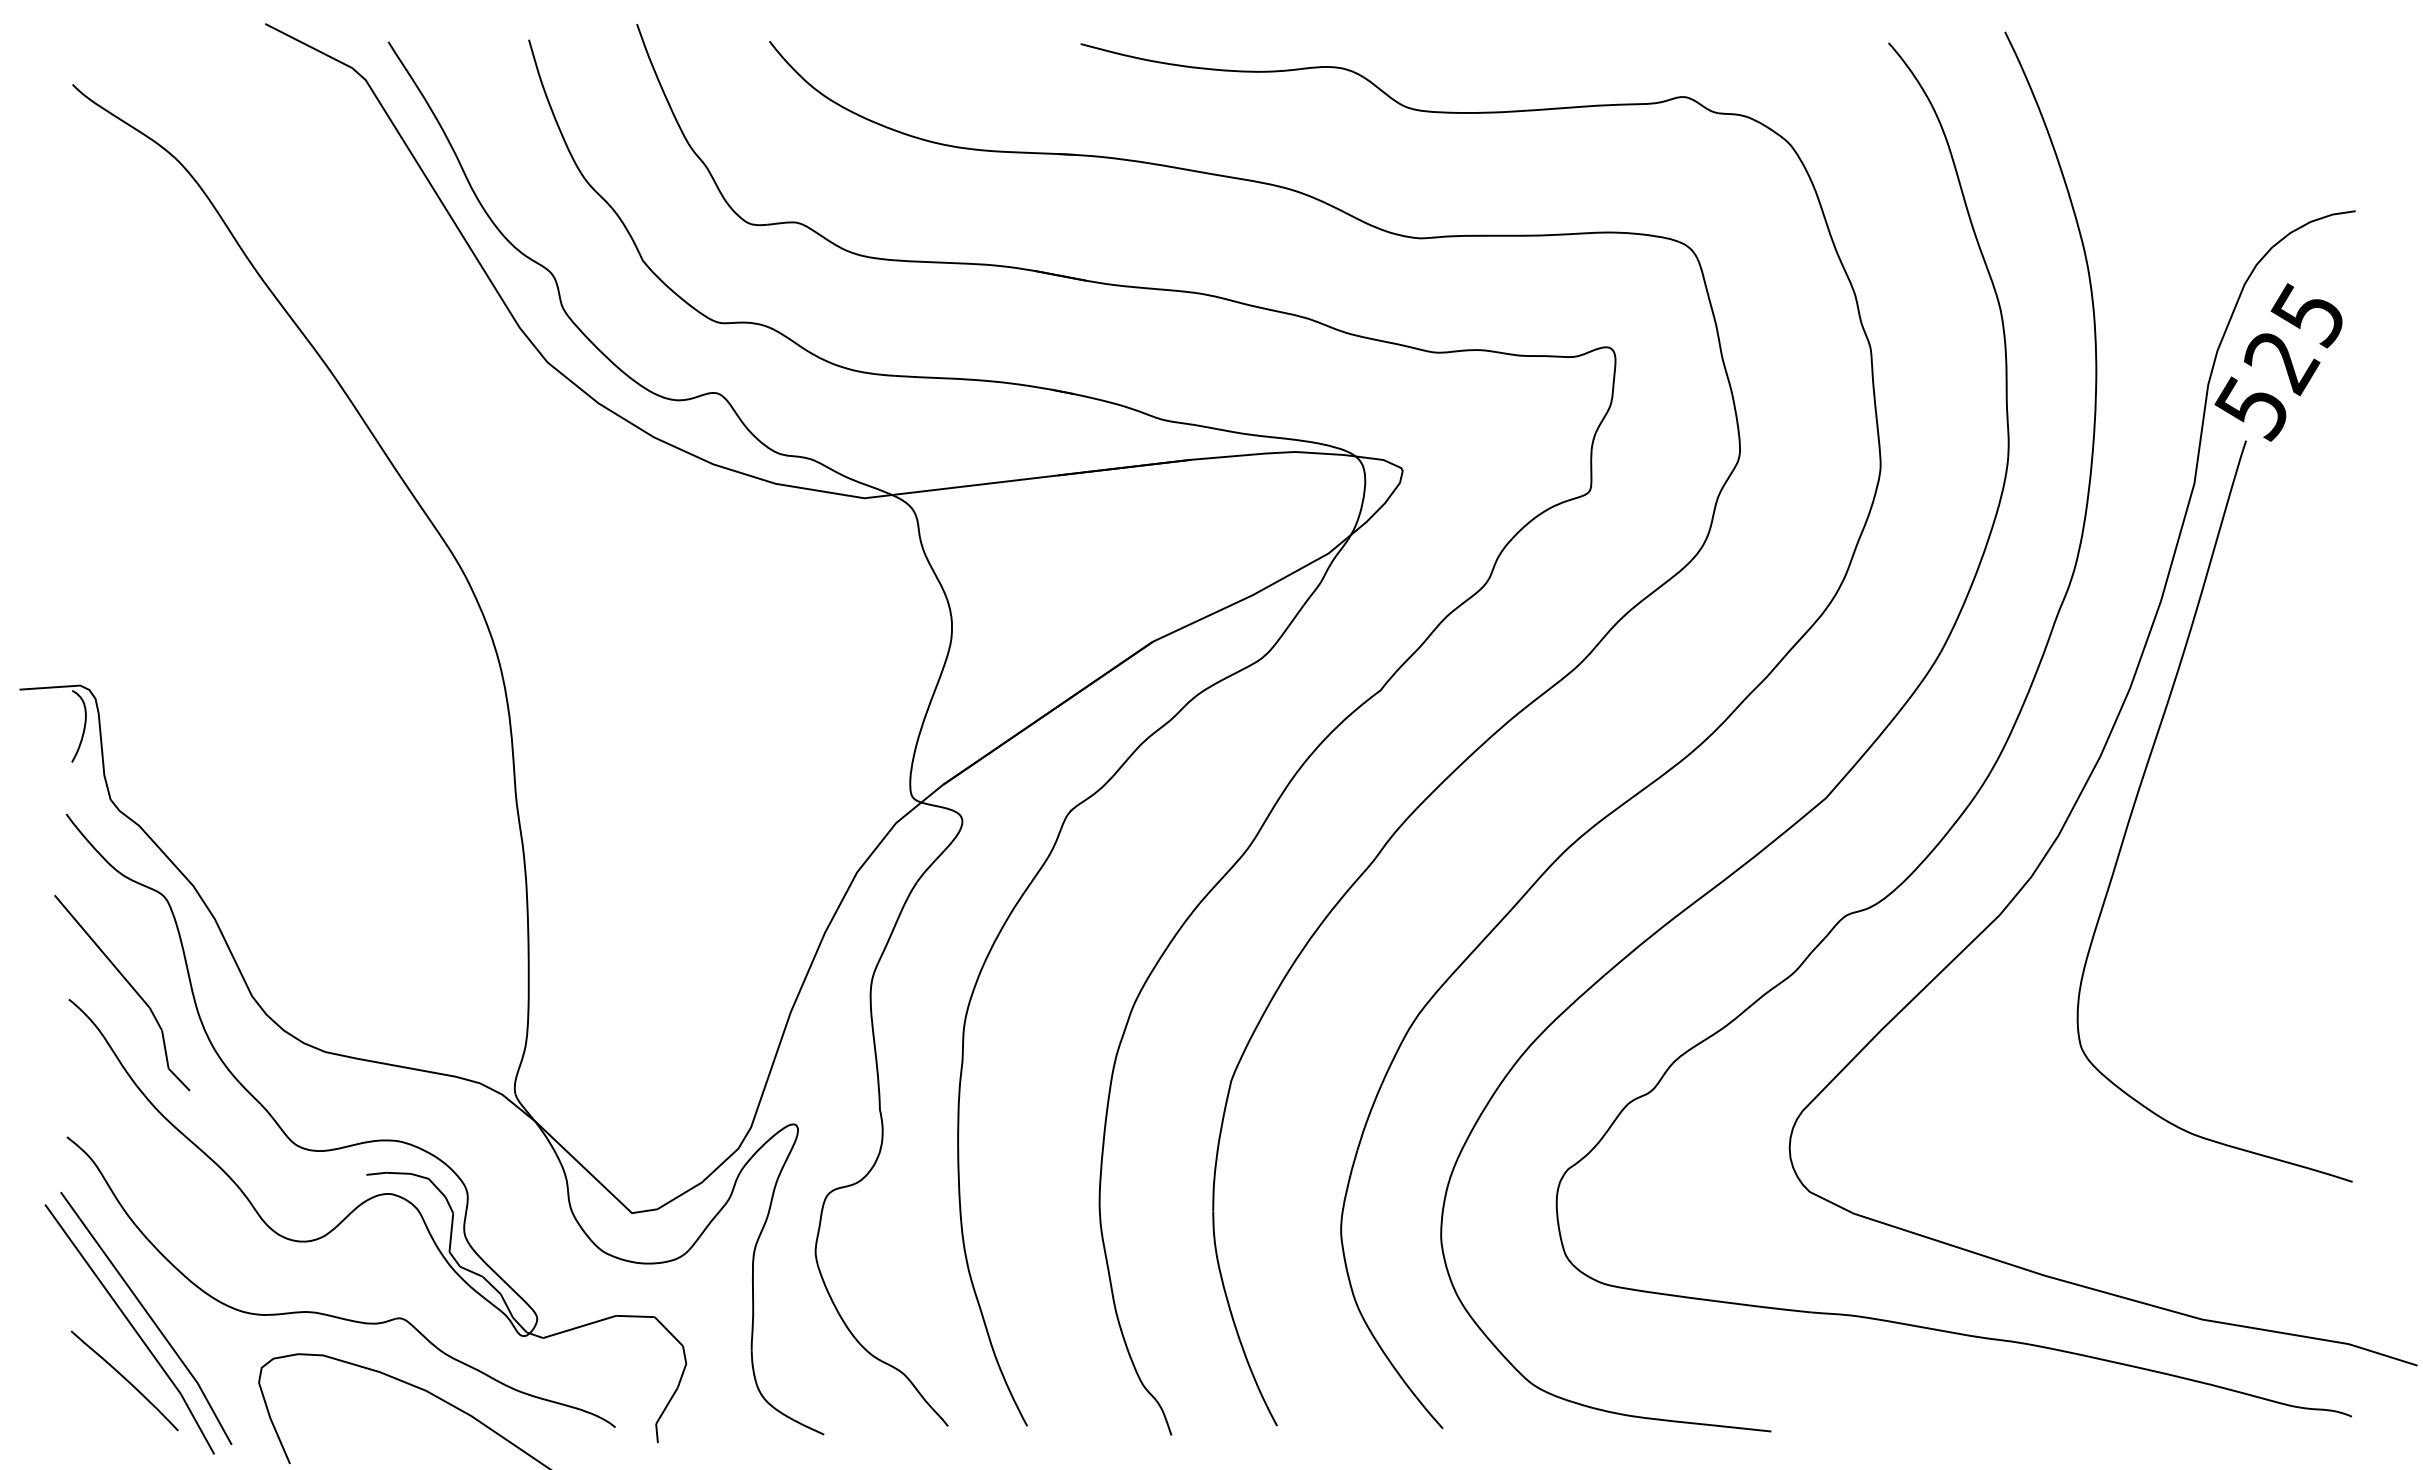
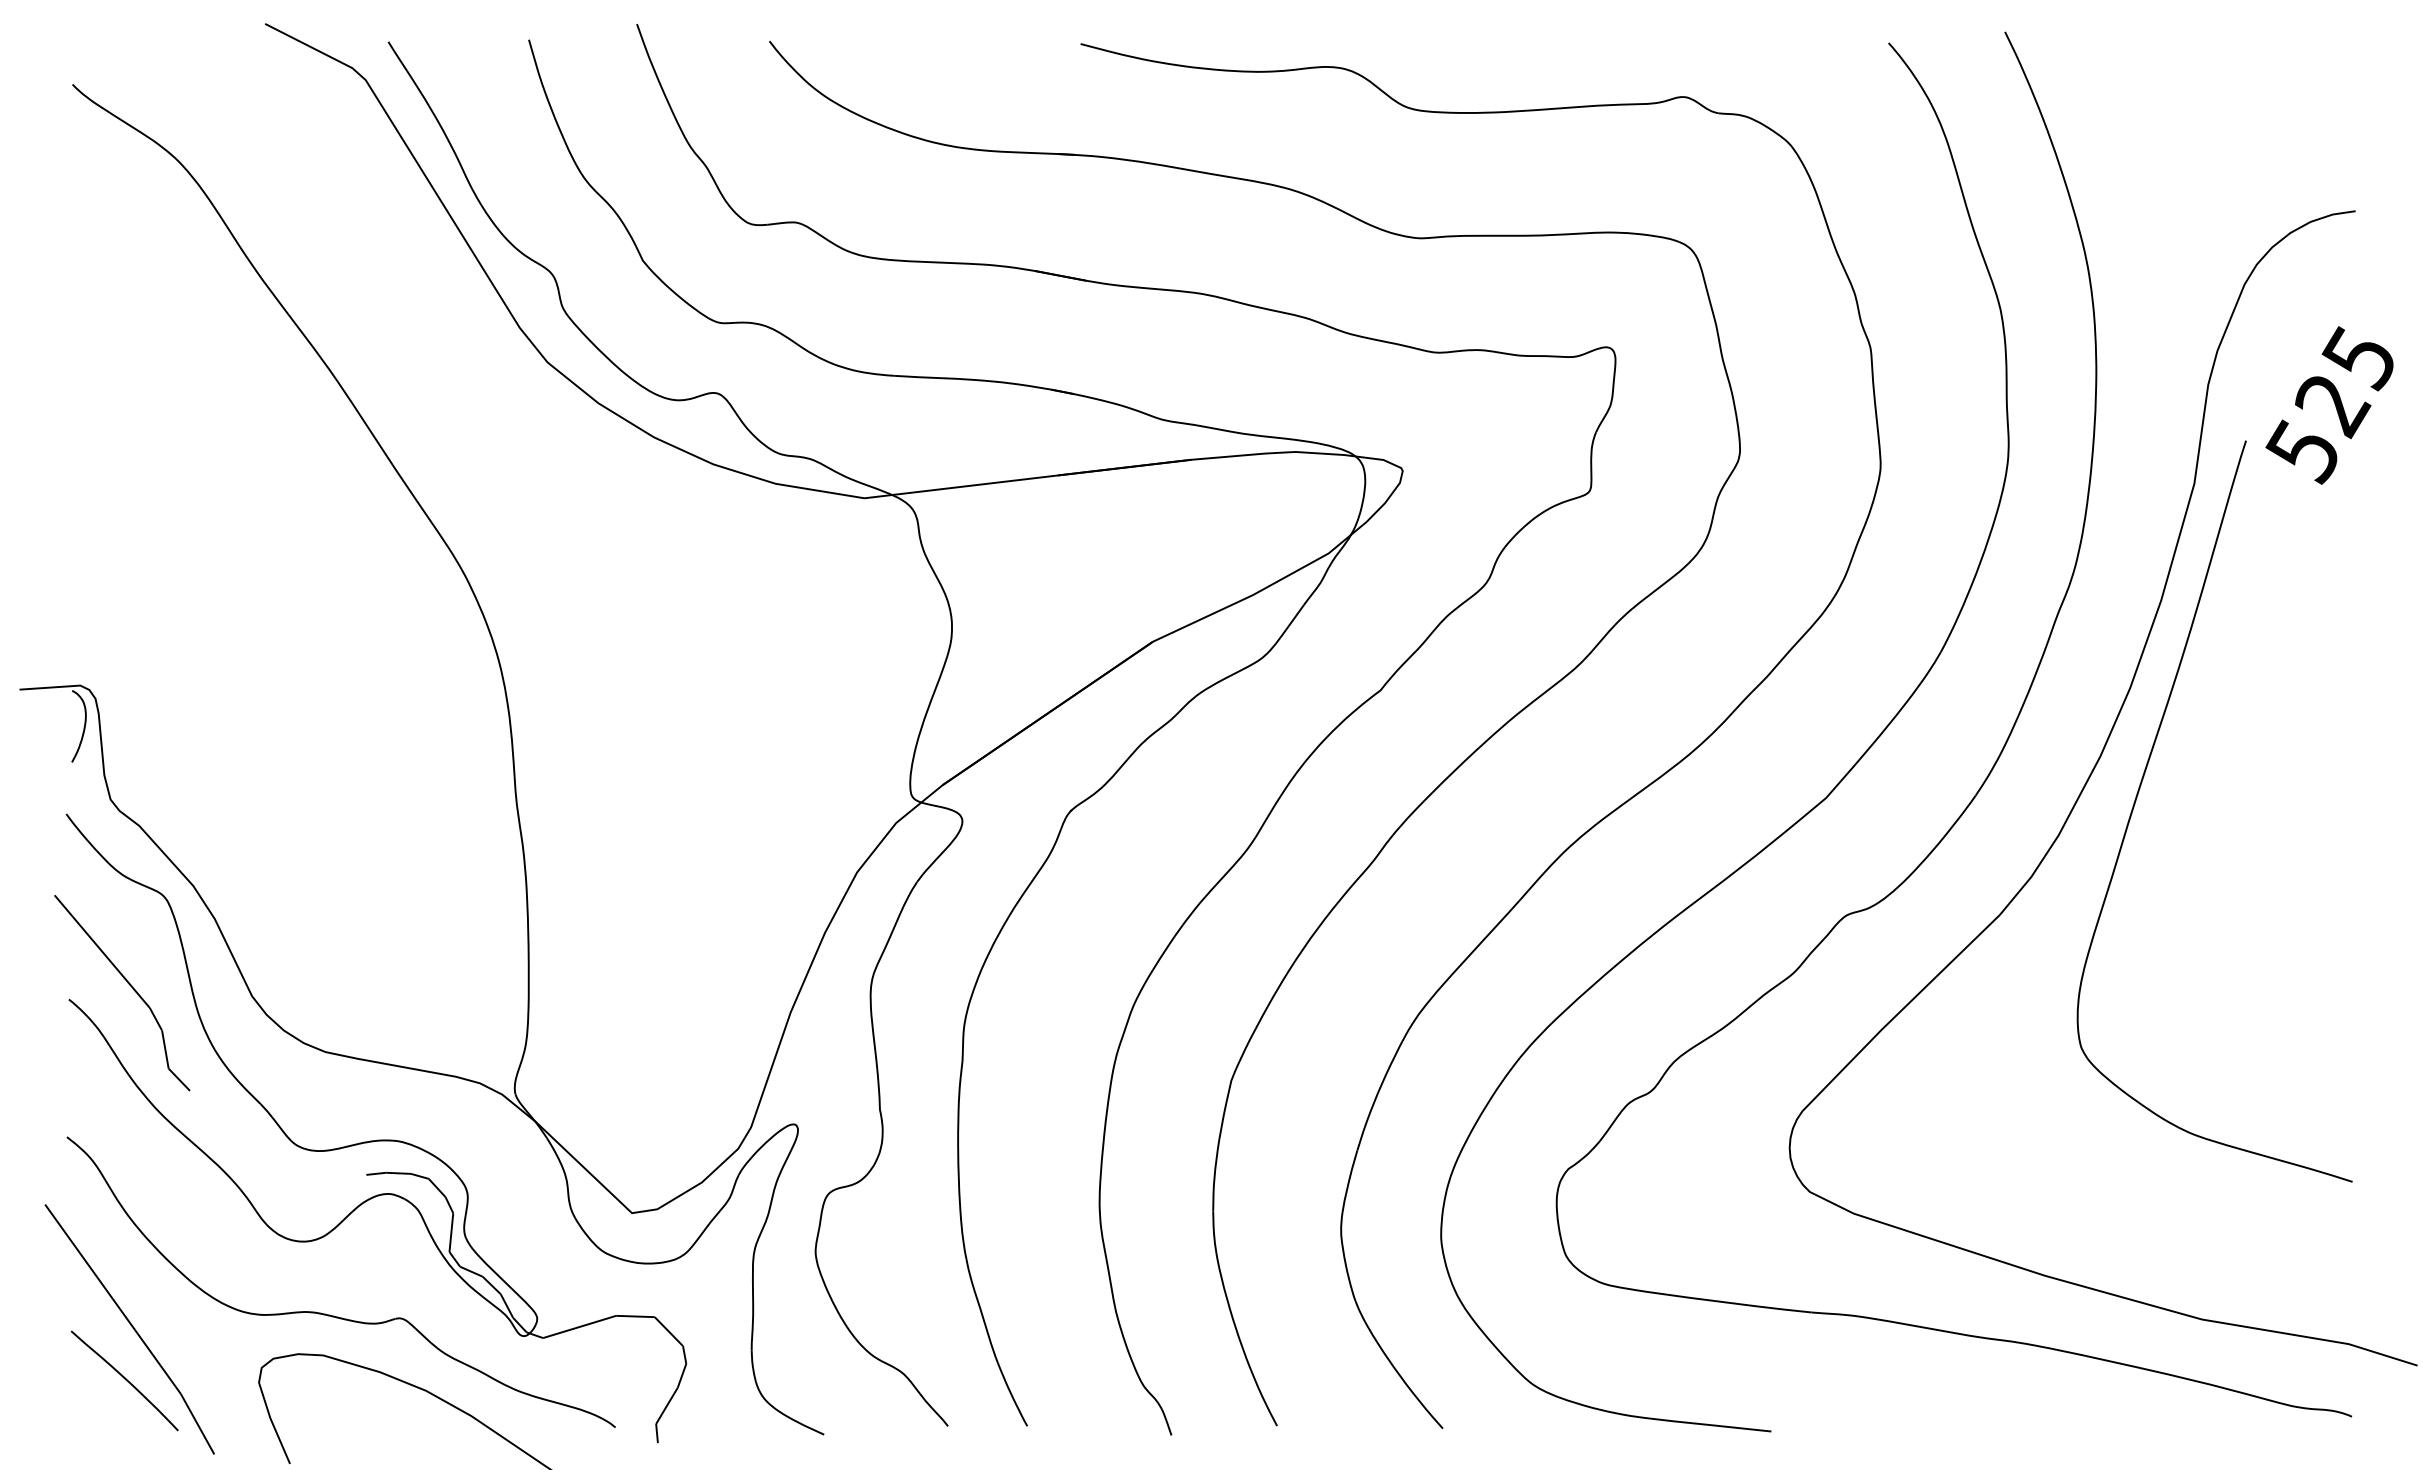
text at (2278, 362) position: (2278, 362) -> (2329, 405)
line at (148, 1316): present -> none
